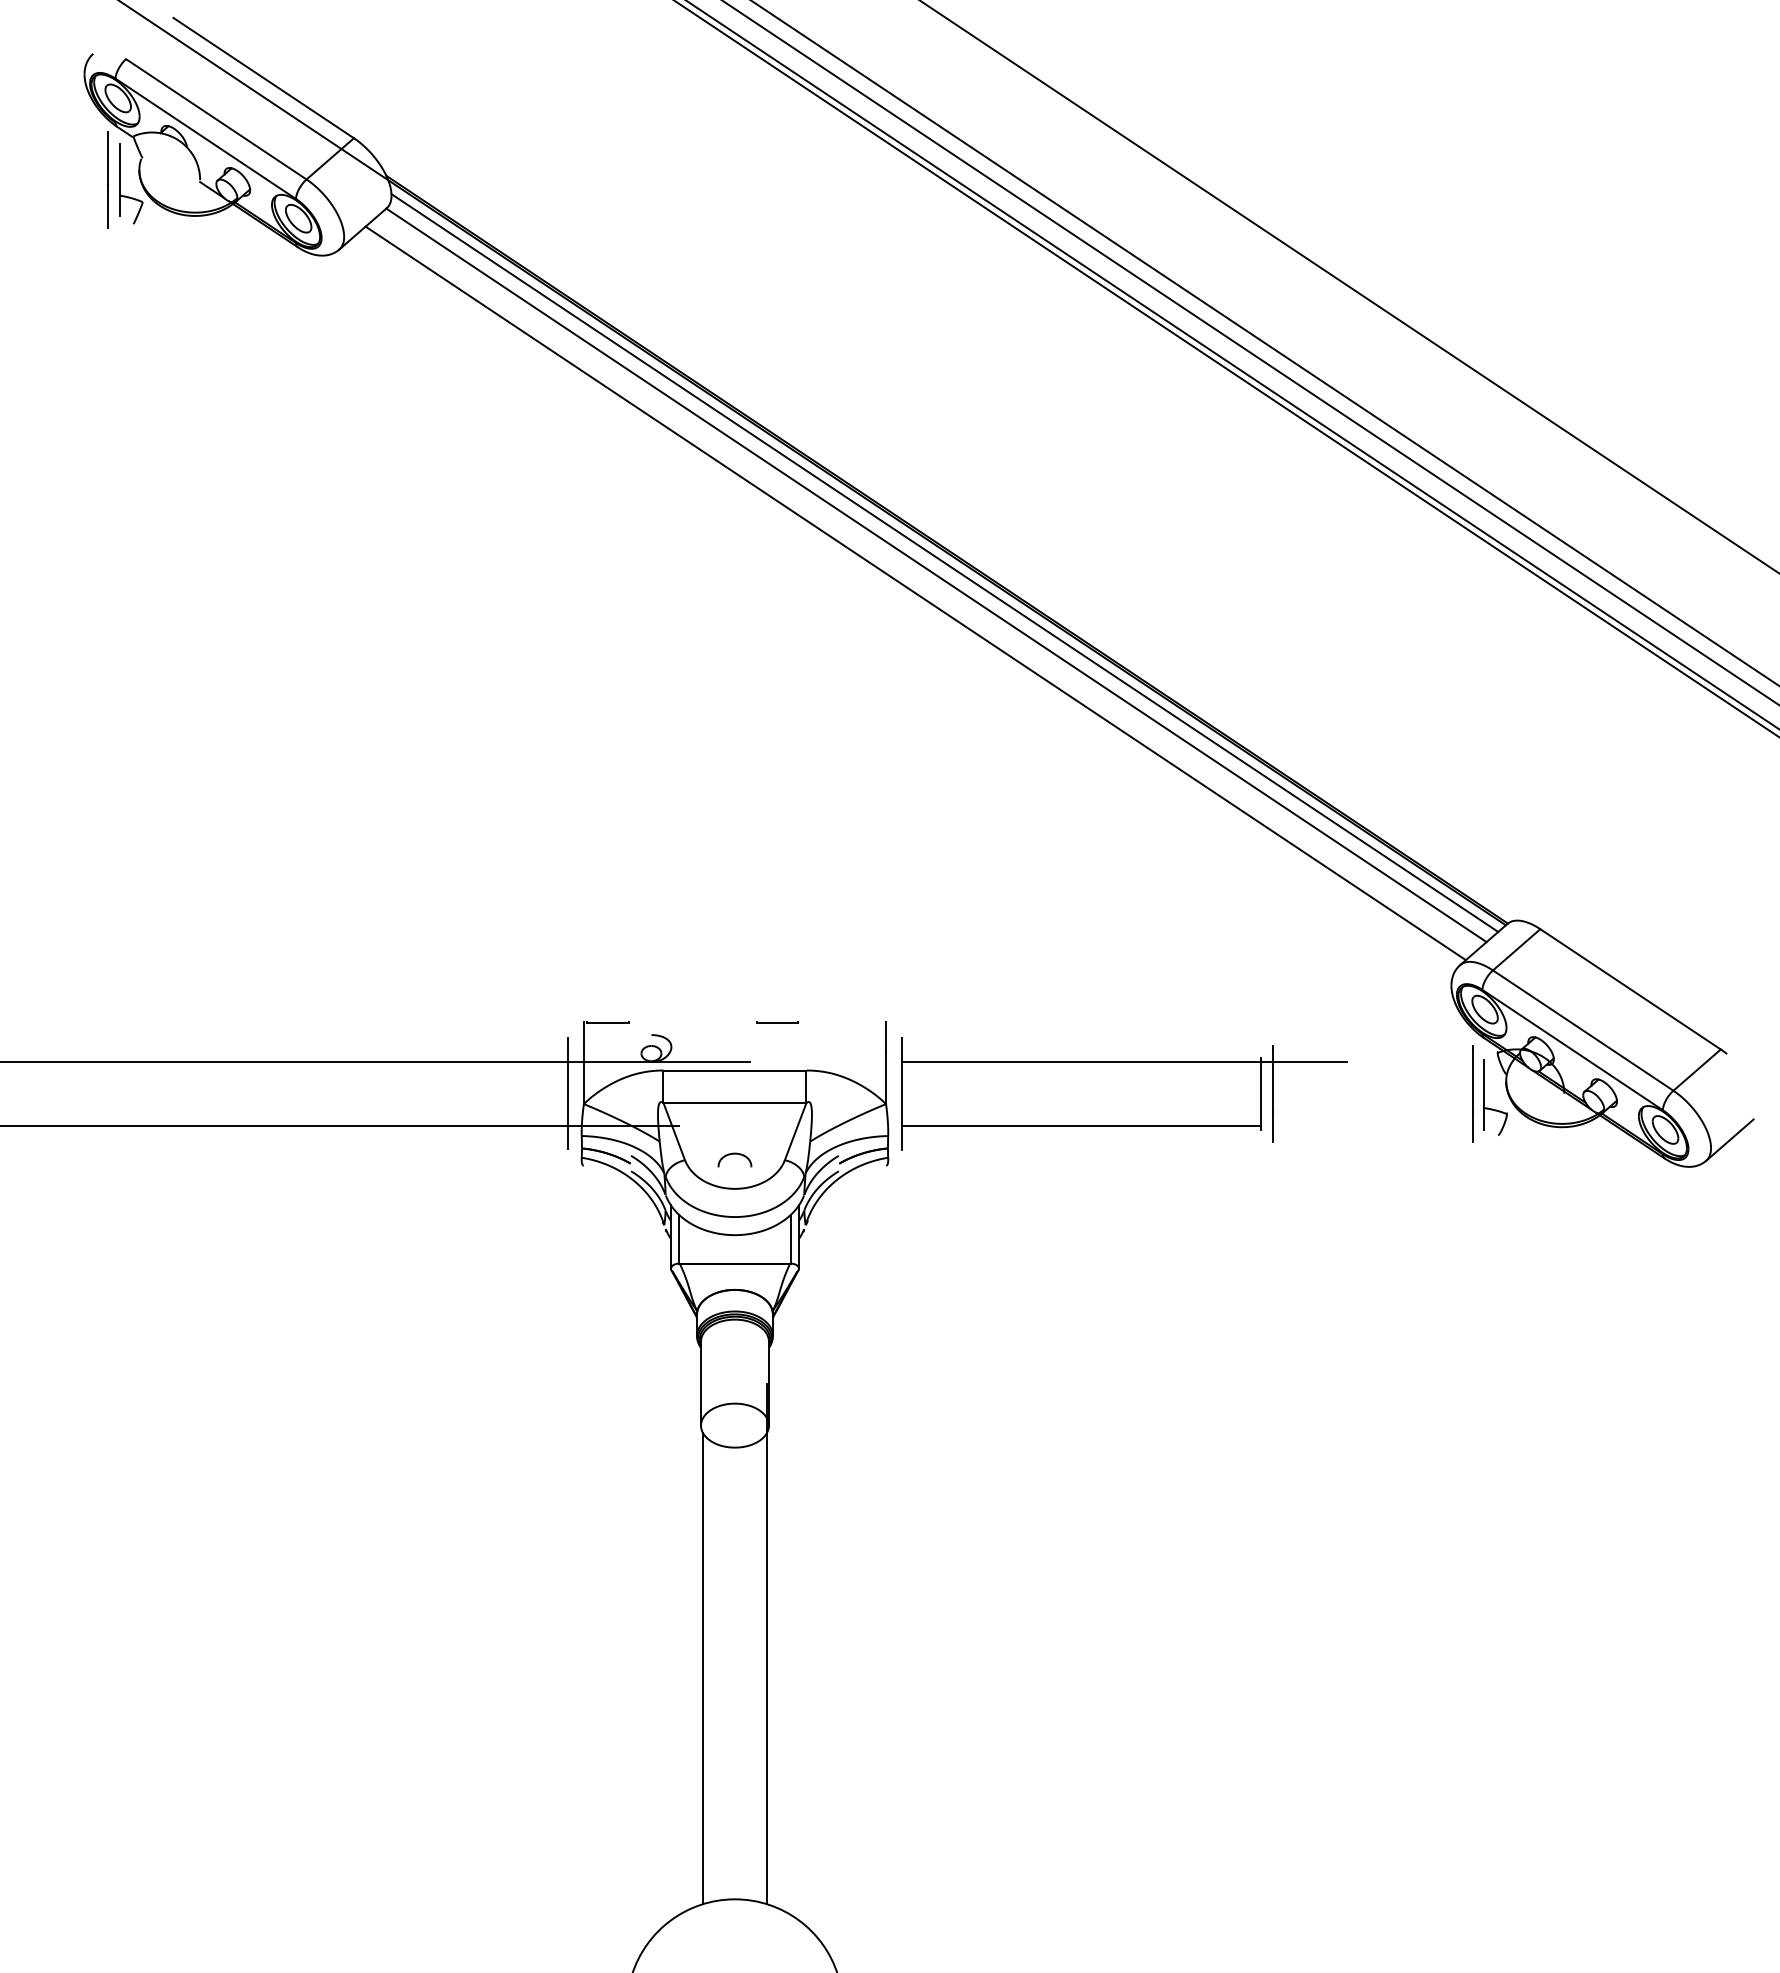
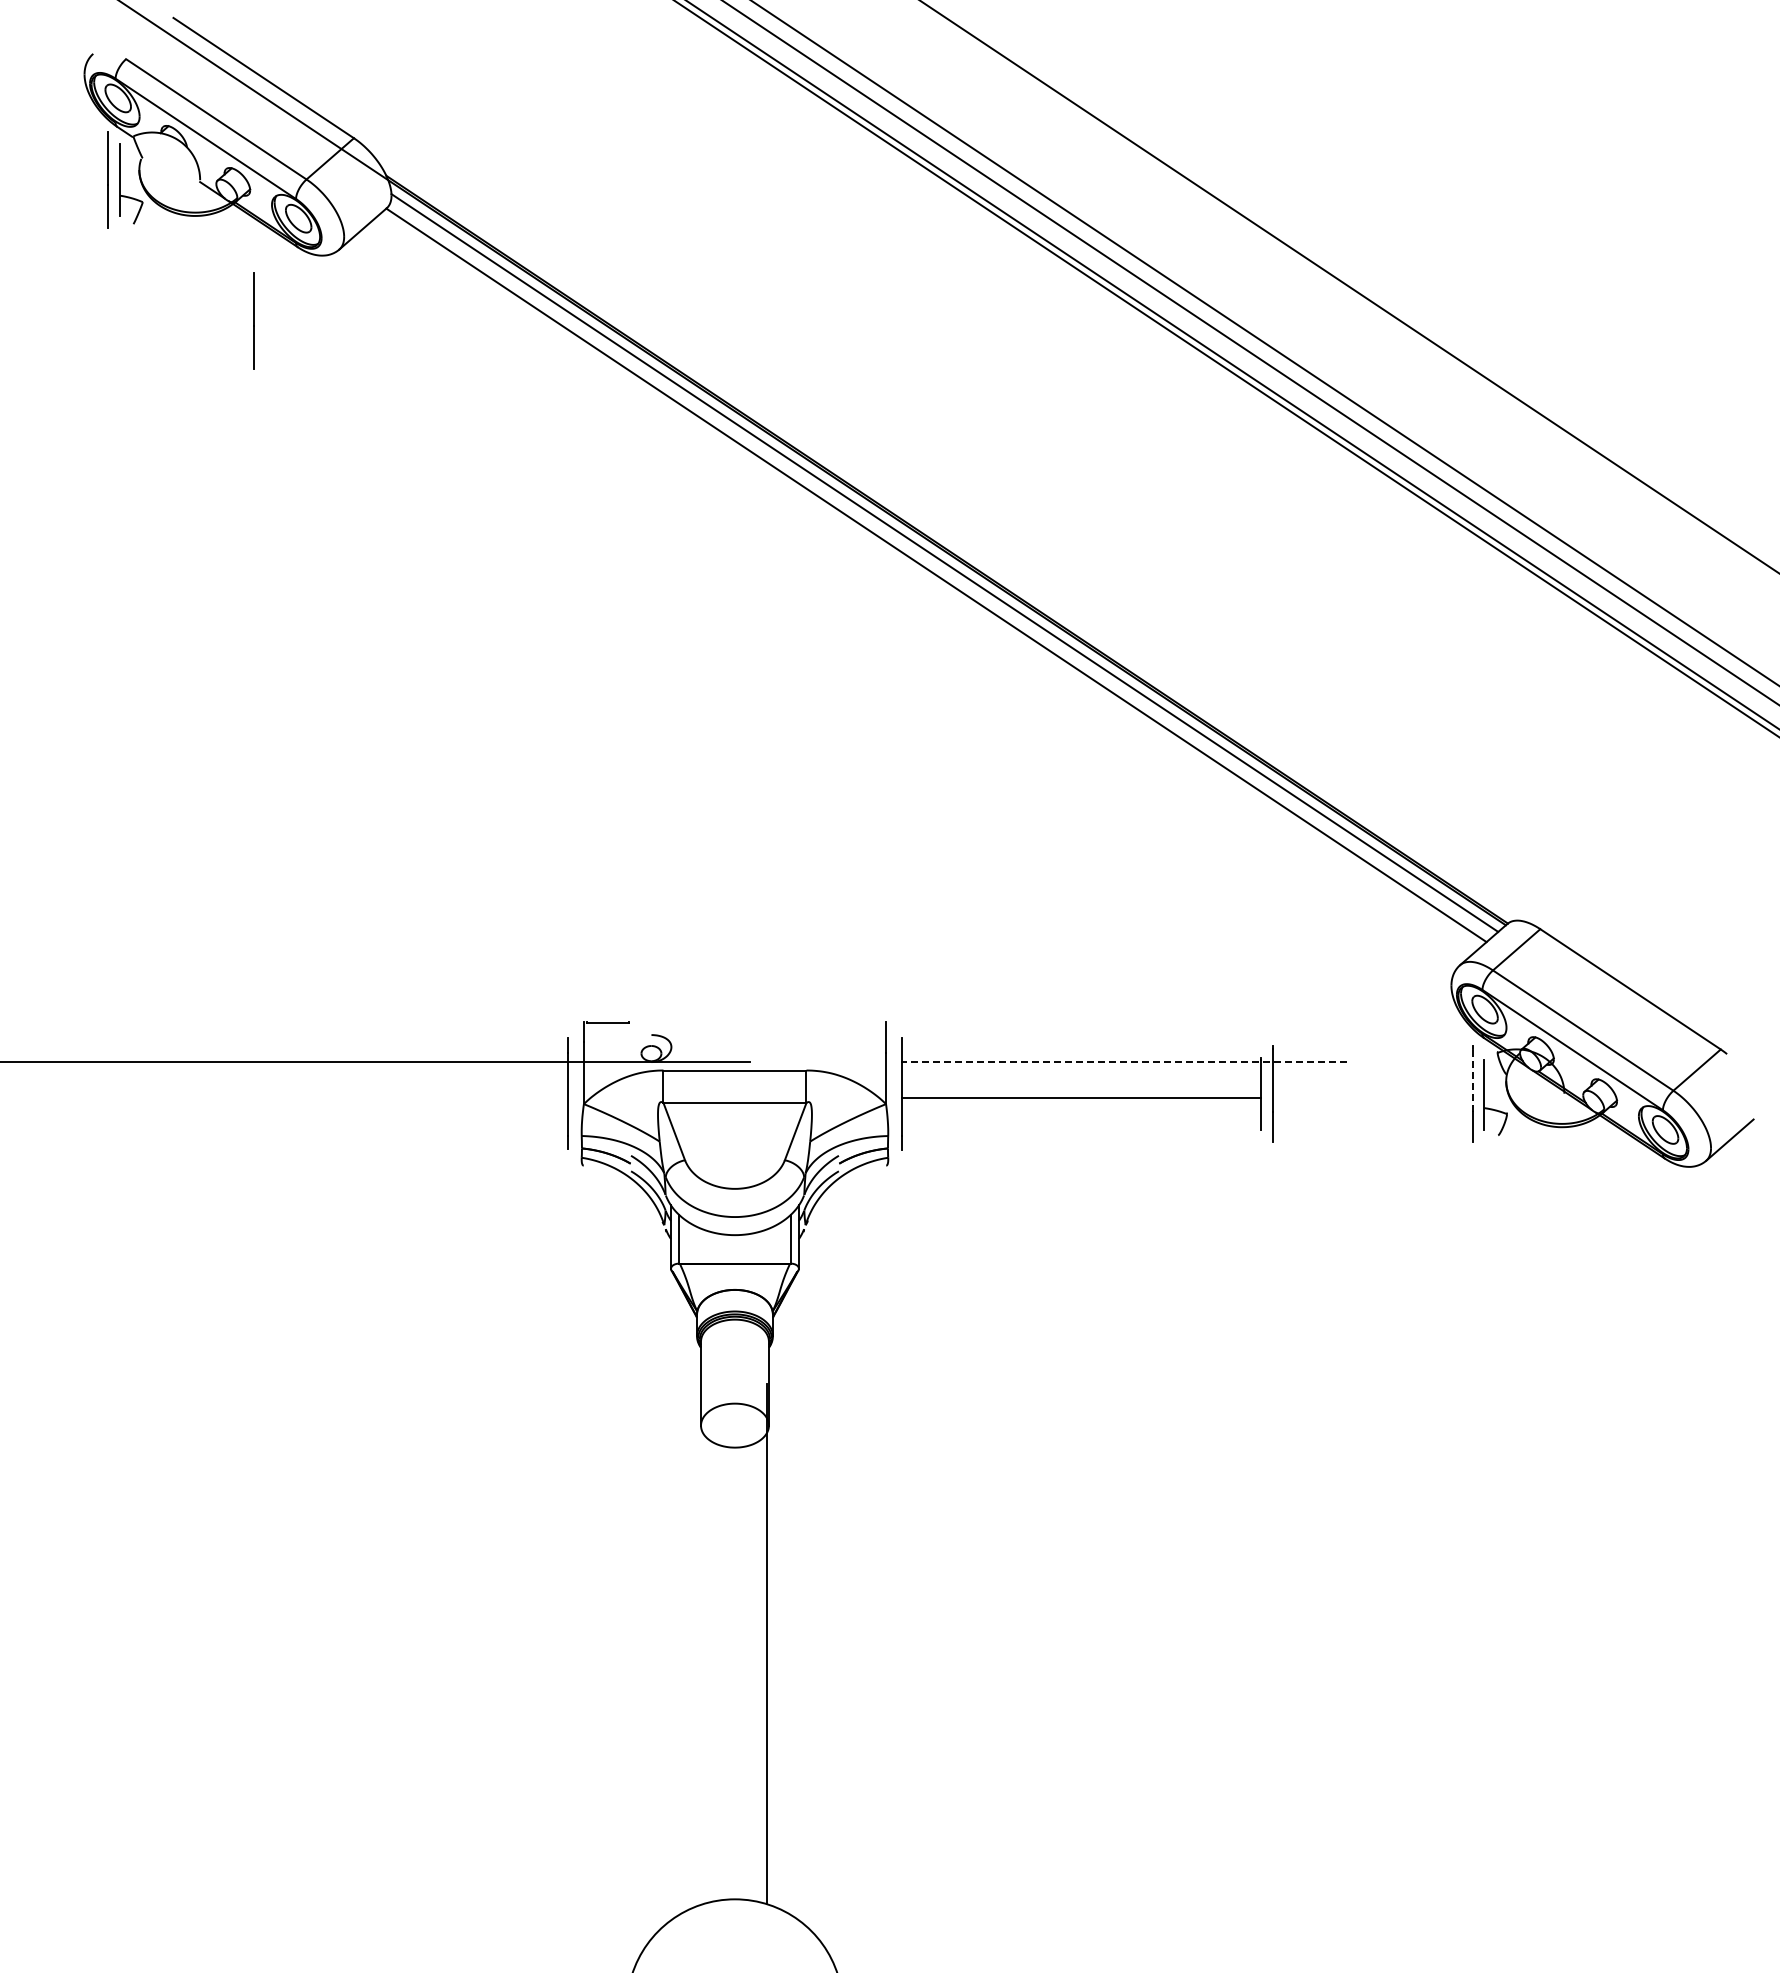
line at (253, 320): none -> present
line at (915, 593): present -> none
line at (777, 1022): present -> none
line at (1124, 1061): solid -> dashed
line at (1472, 1080): solid -> dashed
line at (340, 1125): present -> none
line at (1081, 1125) position: (1081, 1125) -> (1081, 1097)
part at (734, 1159): present -> none
line at (703, 1668): present -> none
